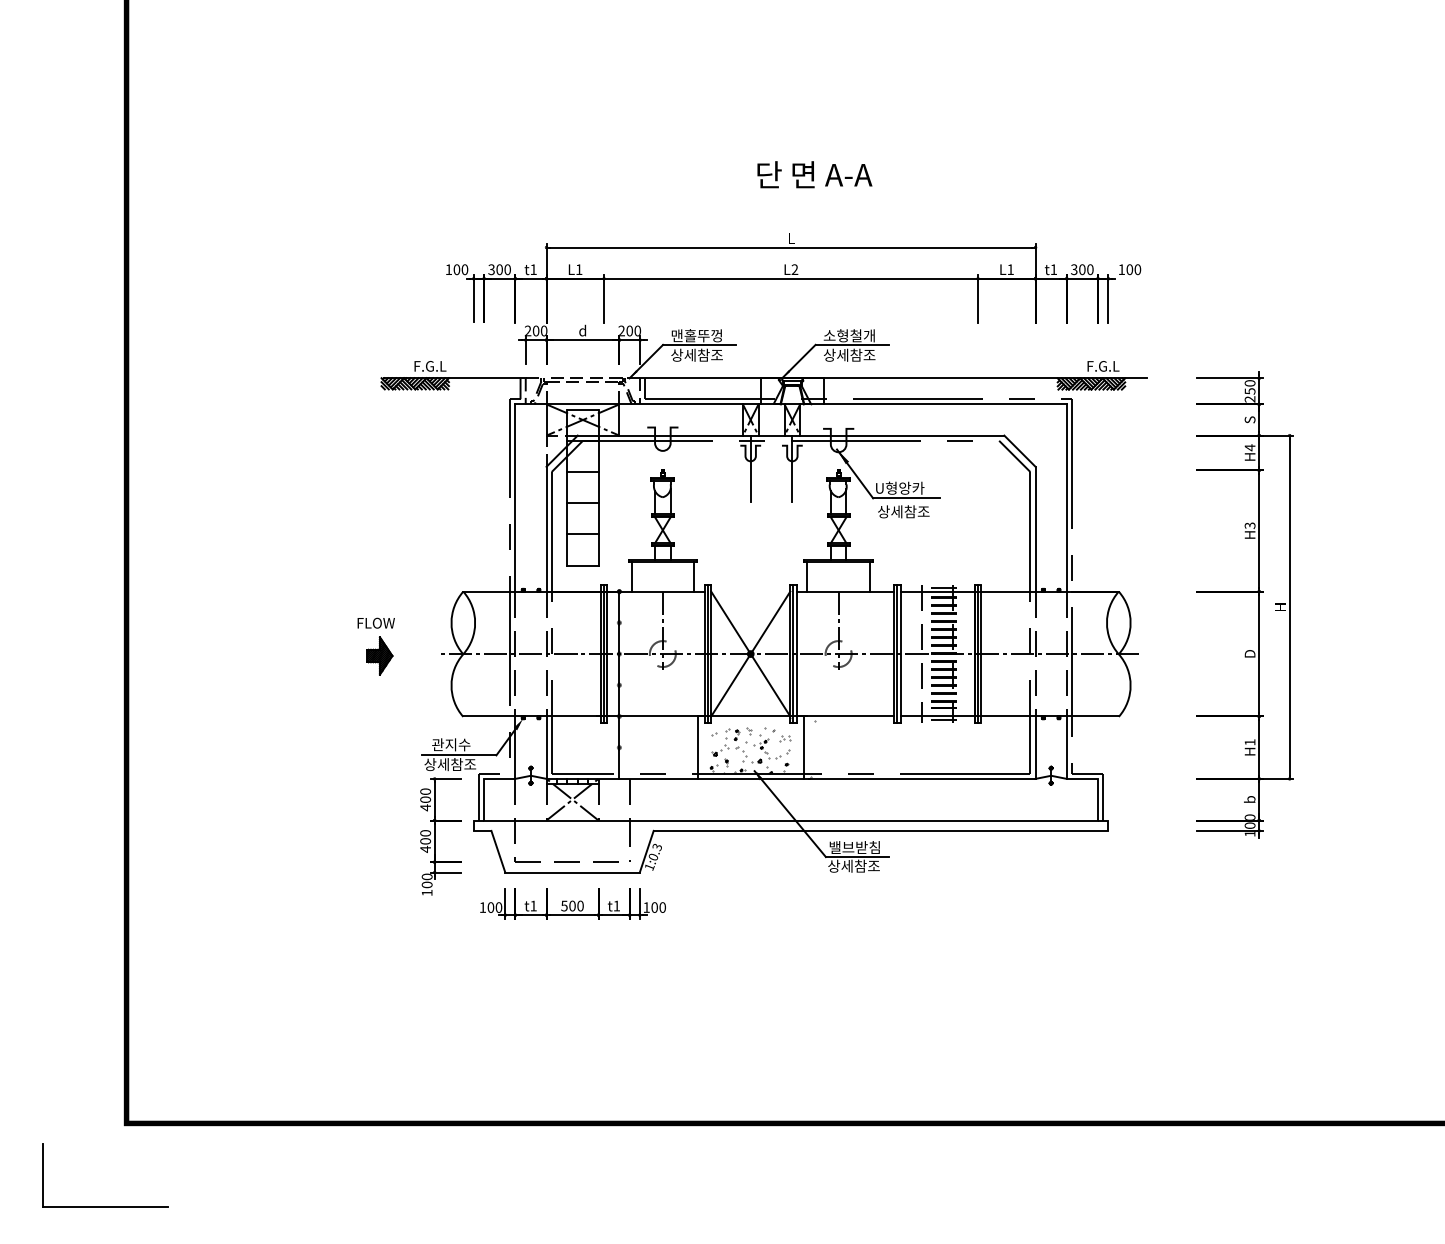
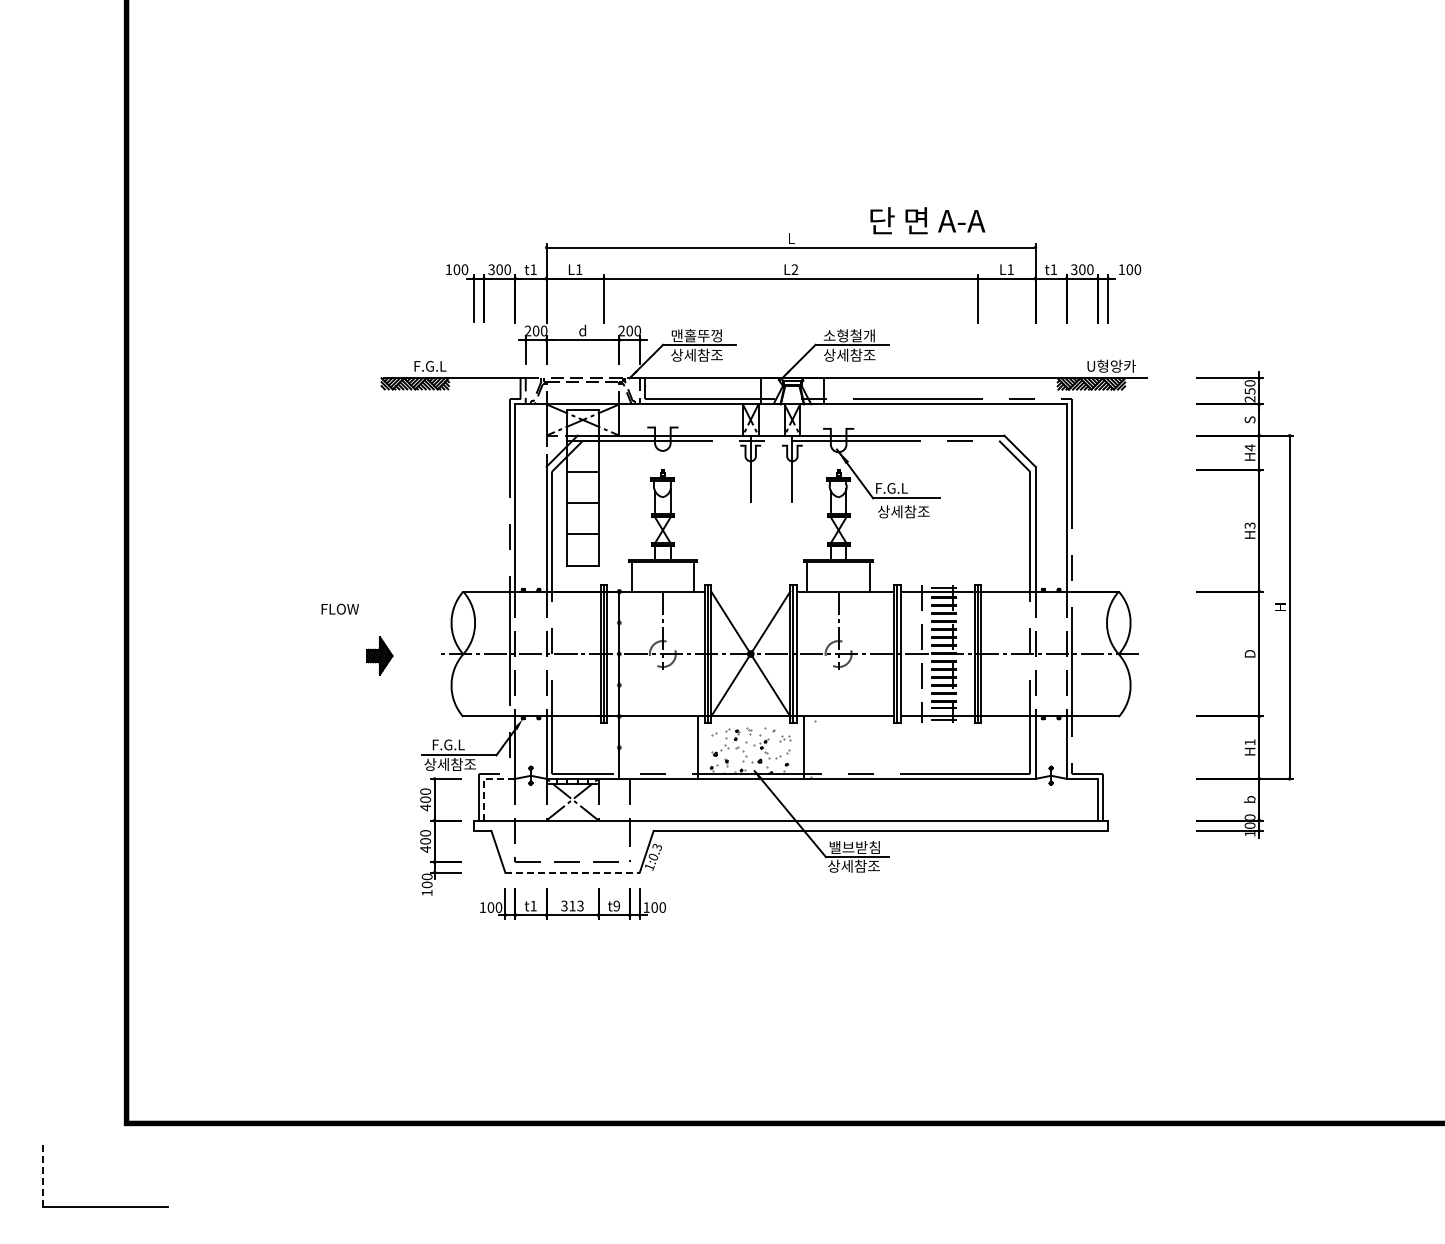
text at (814, 174) position: (814, 174) -> (927, 220)
text at (1111, 365): F.G.L -> U형앙카
text at (900, 487): U형앙카 -> F.G.L
text at (375, 622) position: (375, 622) -> (339, 608)
text at (451, 744): 관지수 -> F.G.L
line at (484, 783): solid -> dashed
line at (573, 872): solid -> dashed
text at (572, 905): 500 -> 313
text at (616, 905): t1 -> t9
line at (43, 1174): solid -> dashed
